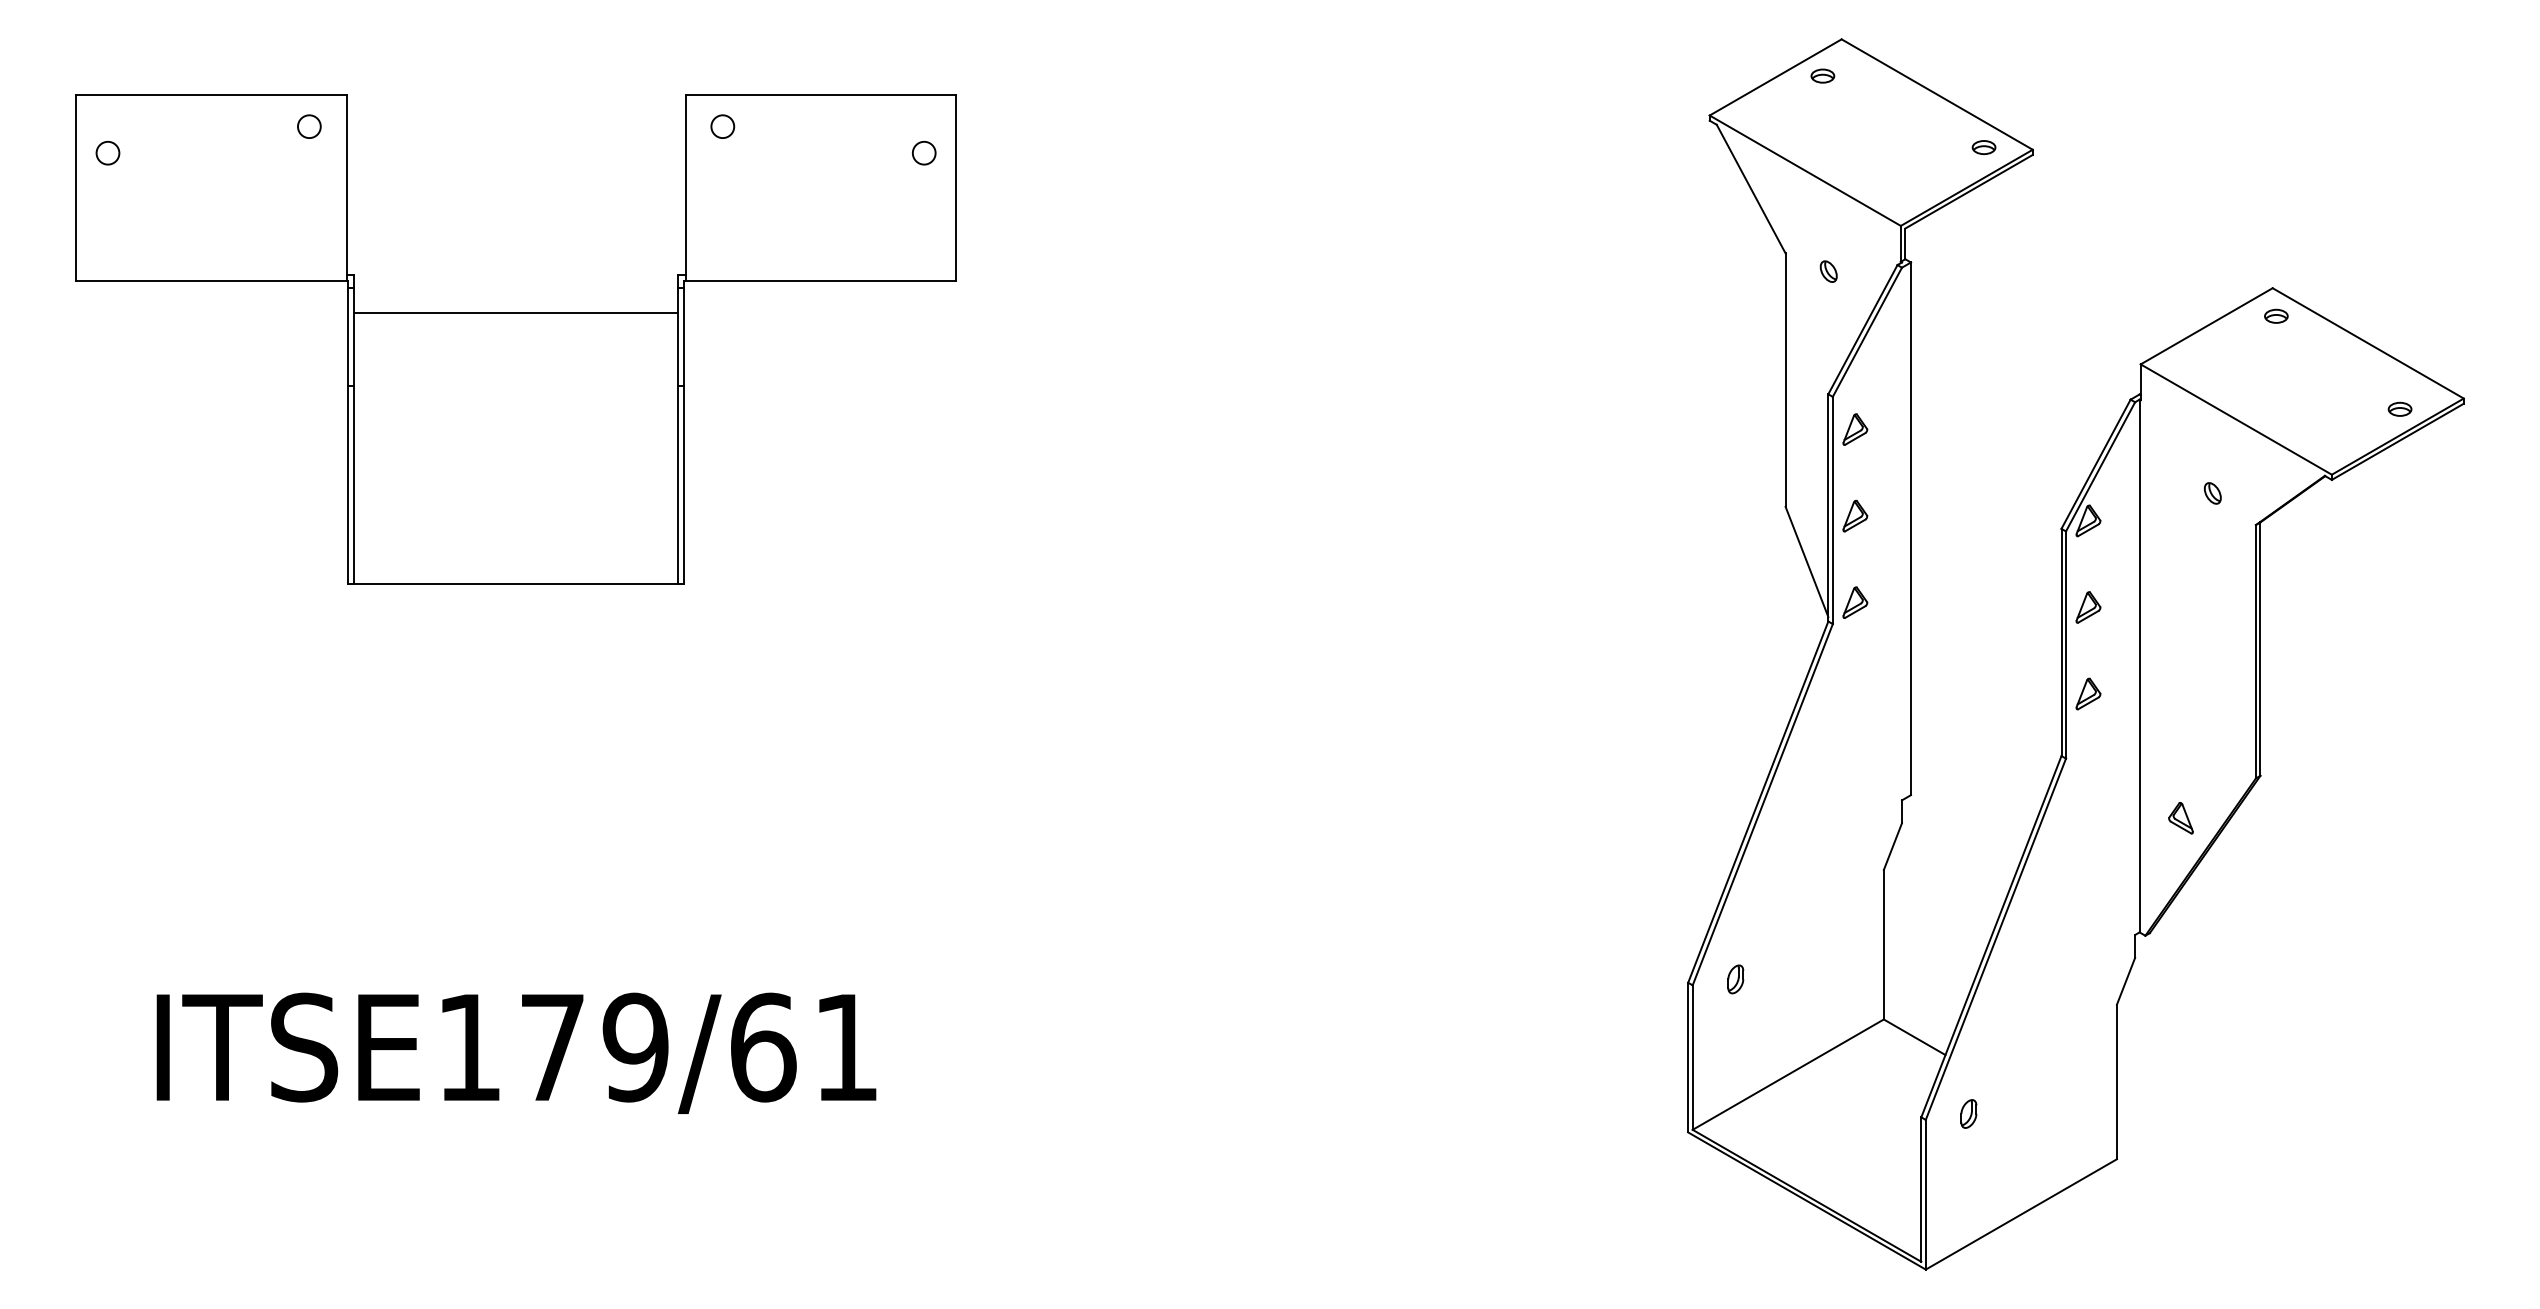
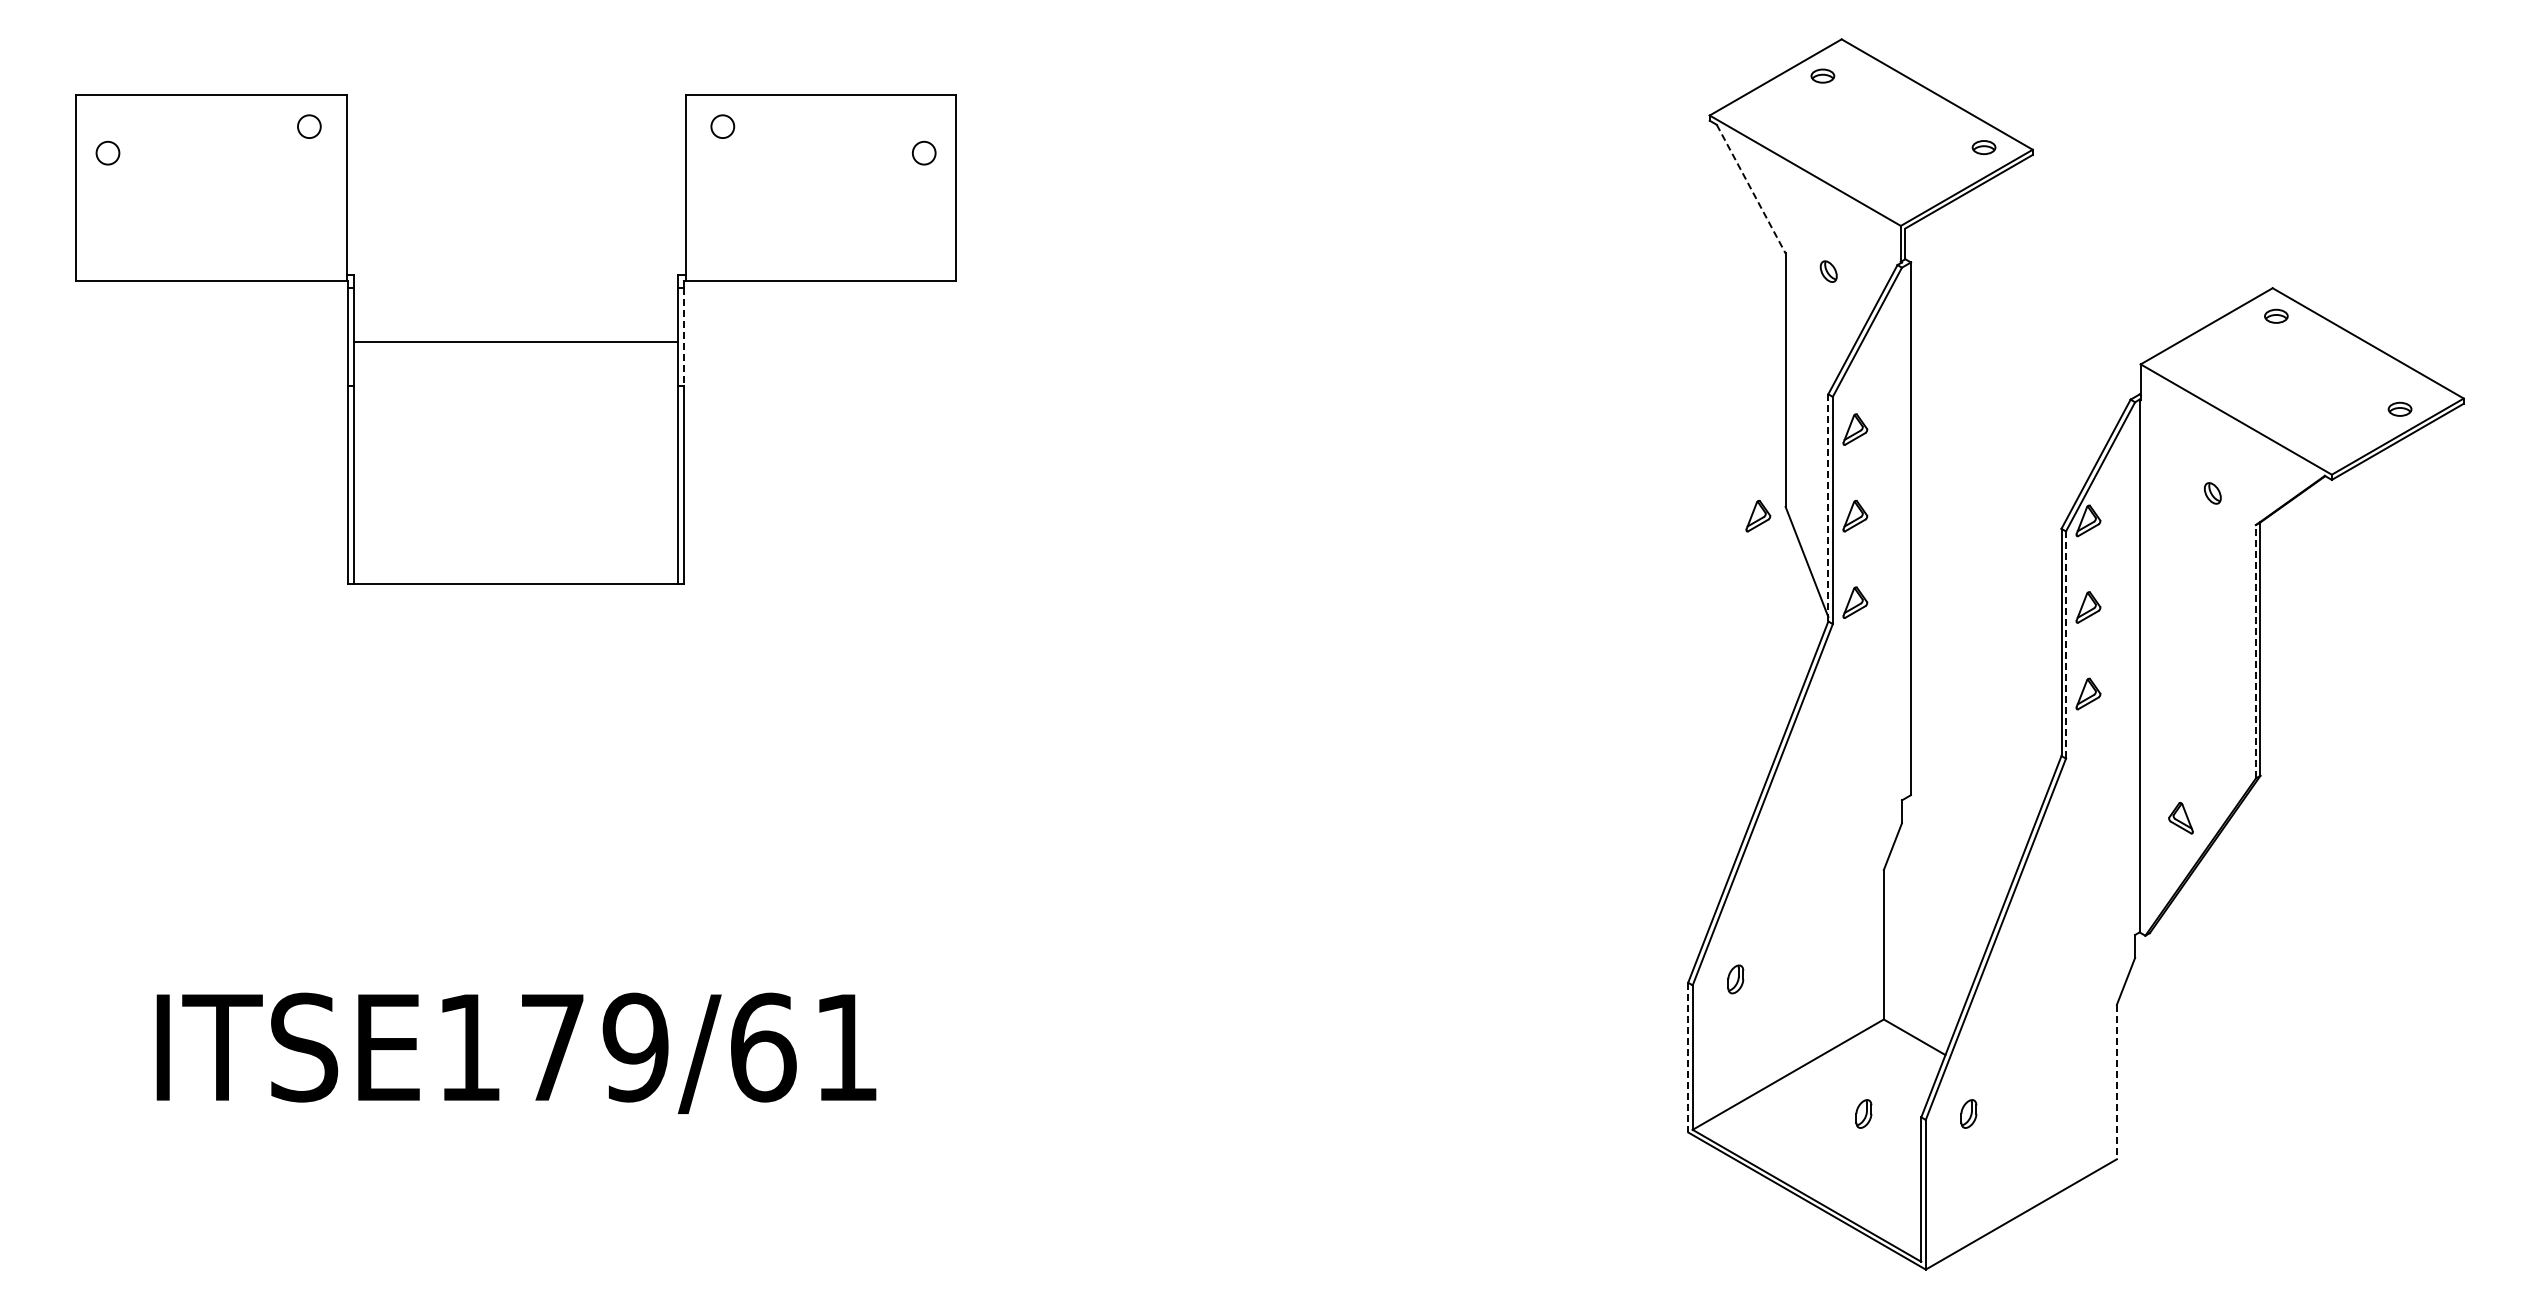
line at (1751, 189): solid -> dashed
line at (515, 313) position: (515, 313) -> (515, 342)
line at (684, 336): solid -> dashed
line at (1828, 507): solid -> dashed
part at (1758, 515): none -> present
line at (2066, 645): solid -> dashed
line at (2255, 651): solid -> dashed
line at (1688, 1057): solid -> dashed
line at (2116, 1082): solid -> dashed
part at (1863, 1113): none -> present
